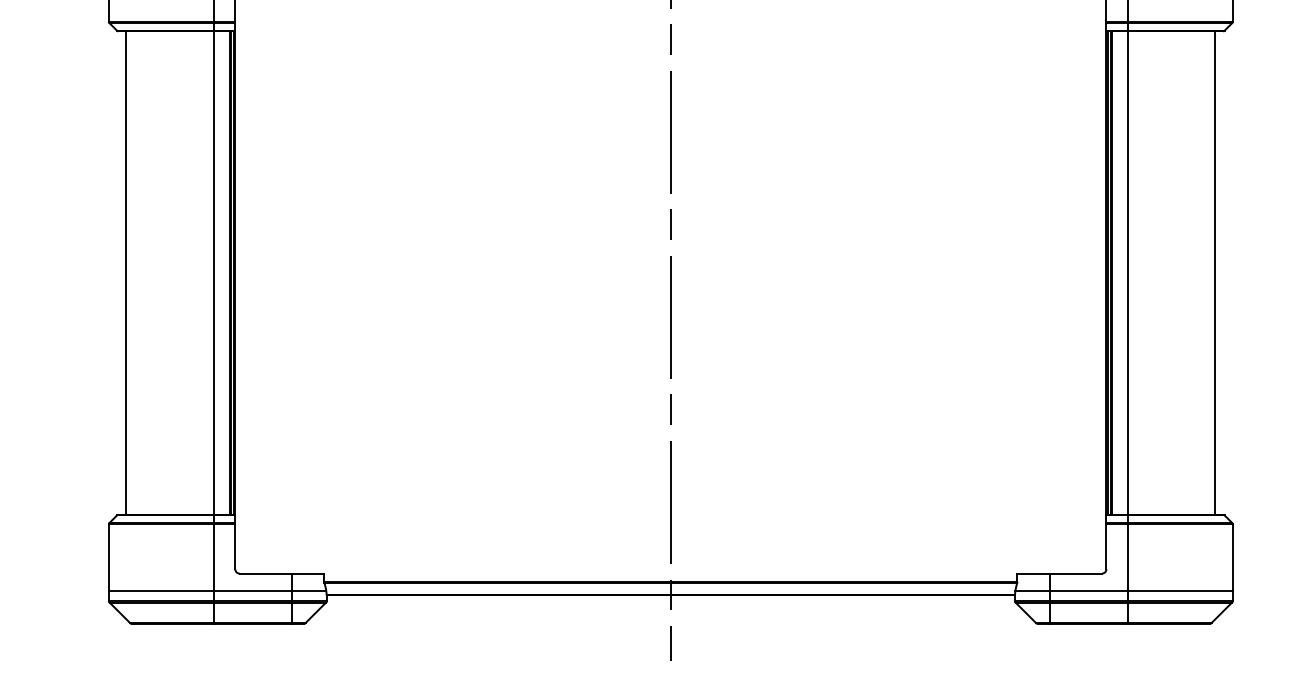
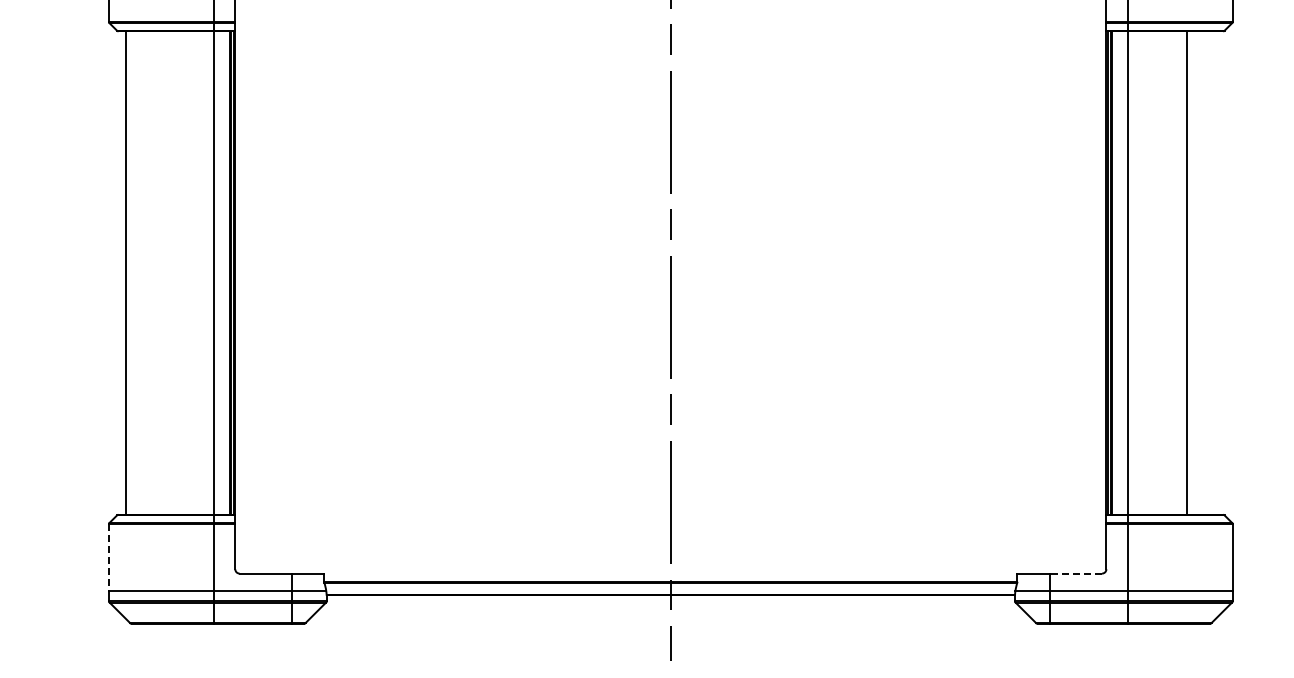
line at (1215, 272) position: (1215, 272) -> (1187, 272)
line at (108, 558): solid -> dashed
line at (1075, 573): solid -> dashed
